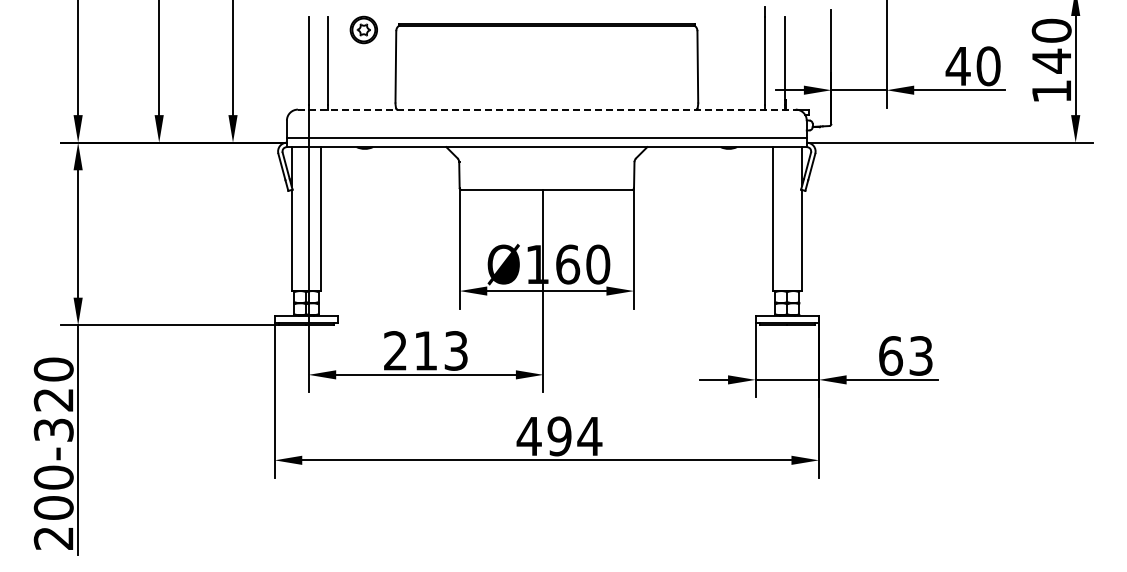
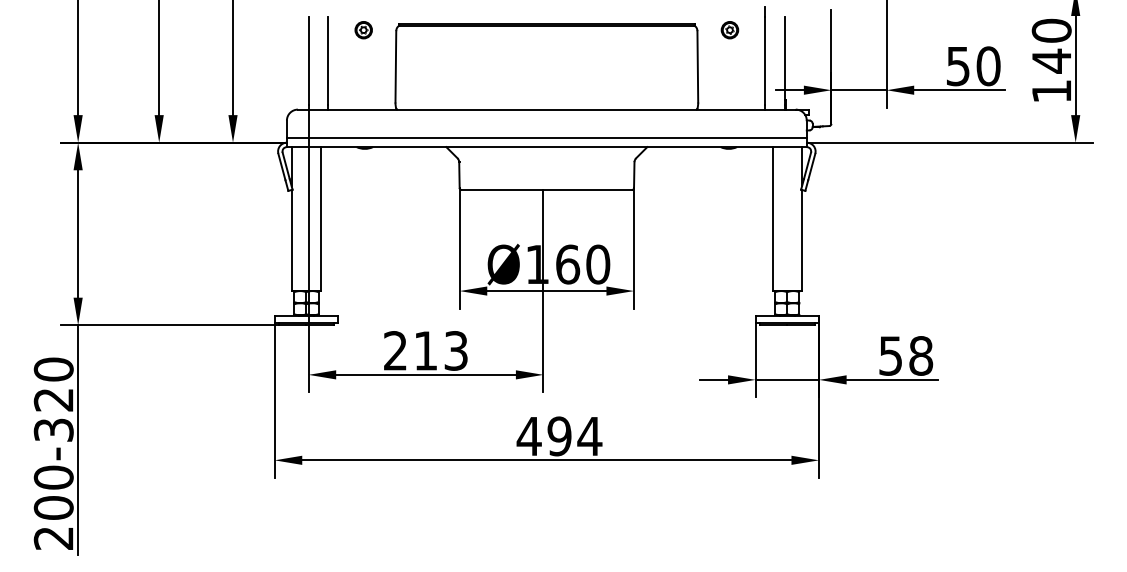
part at (363, 29) size: 29x30 px -> 19x19 px
part at (729, 30): none -> present
text at (957, 66): 40 -> 50
line at (546, 109): dashed -> solid
text at (906, 355): 63 -> 58
